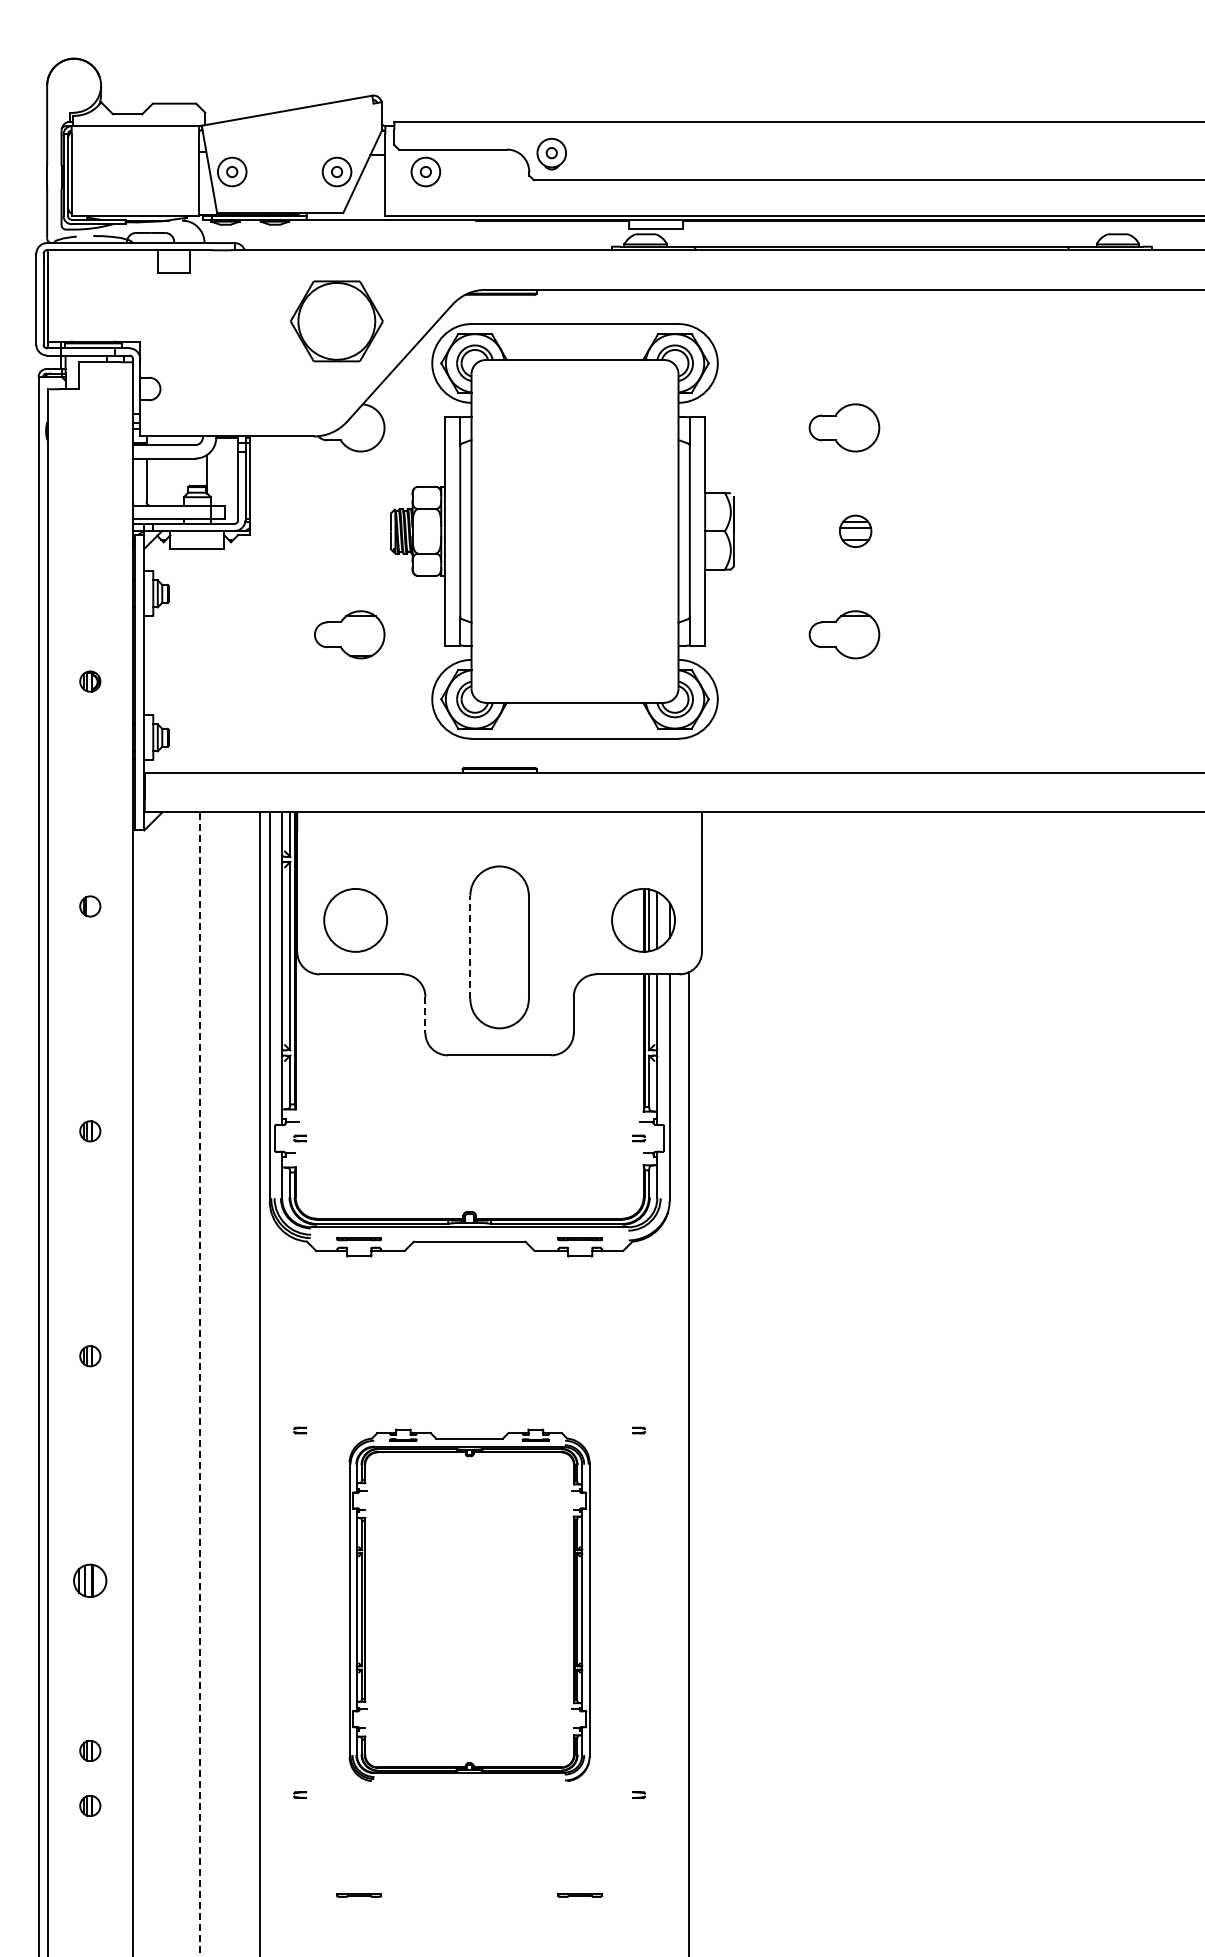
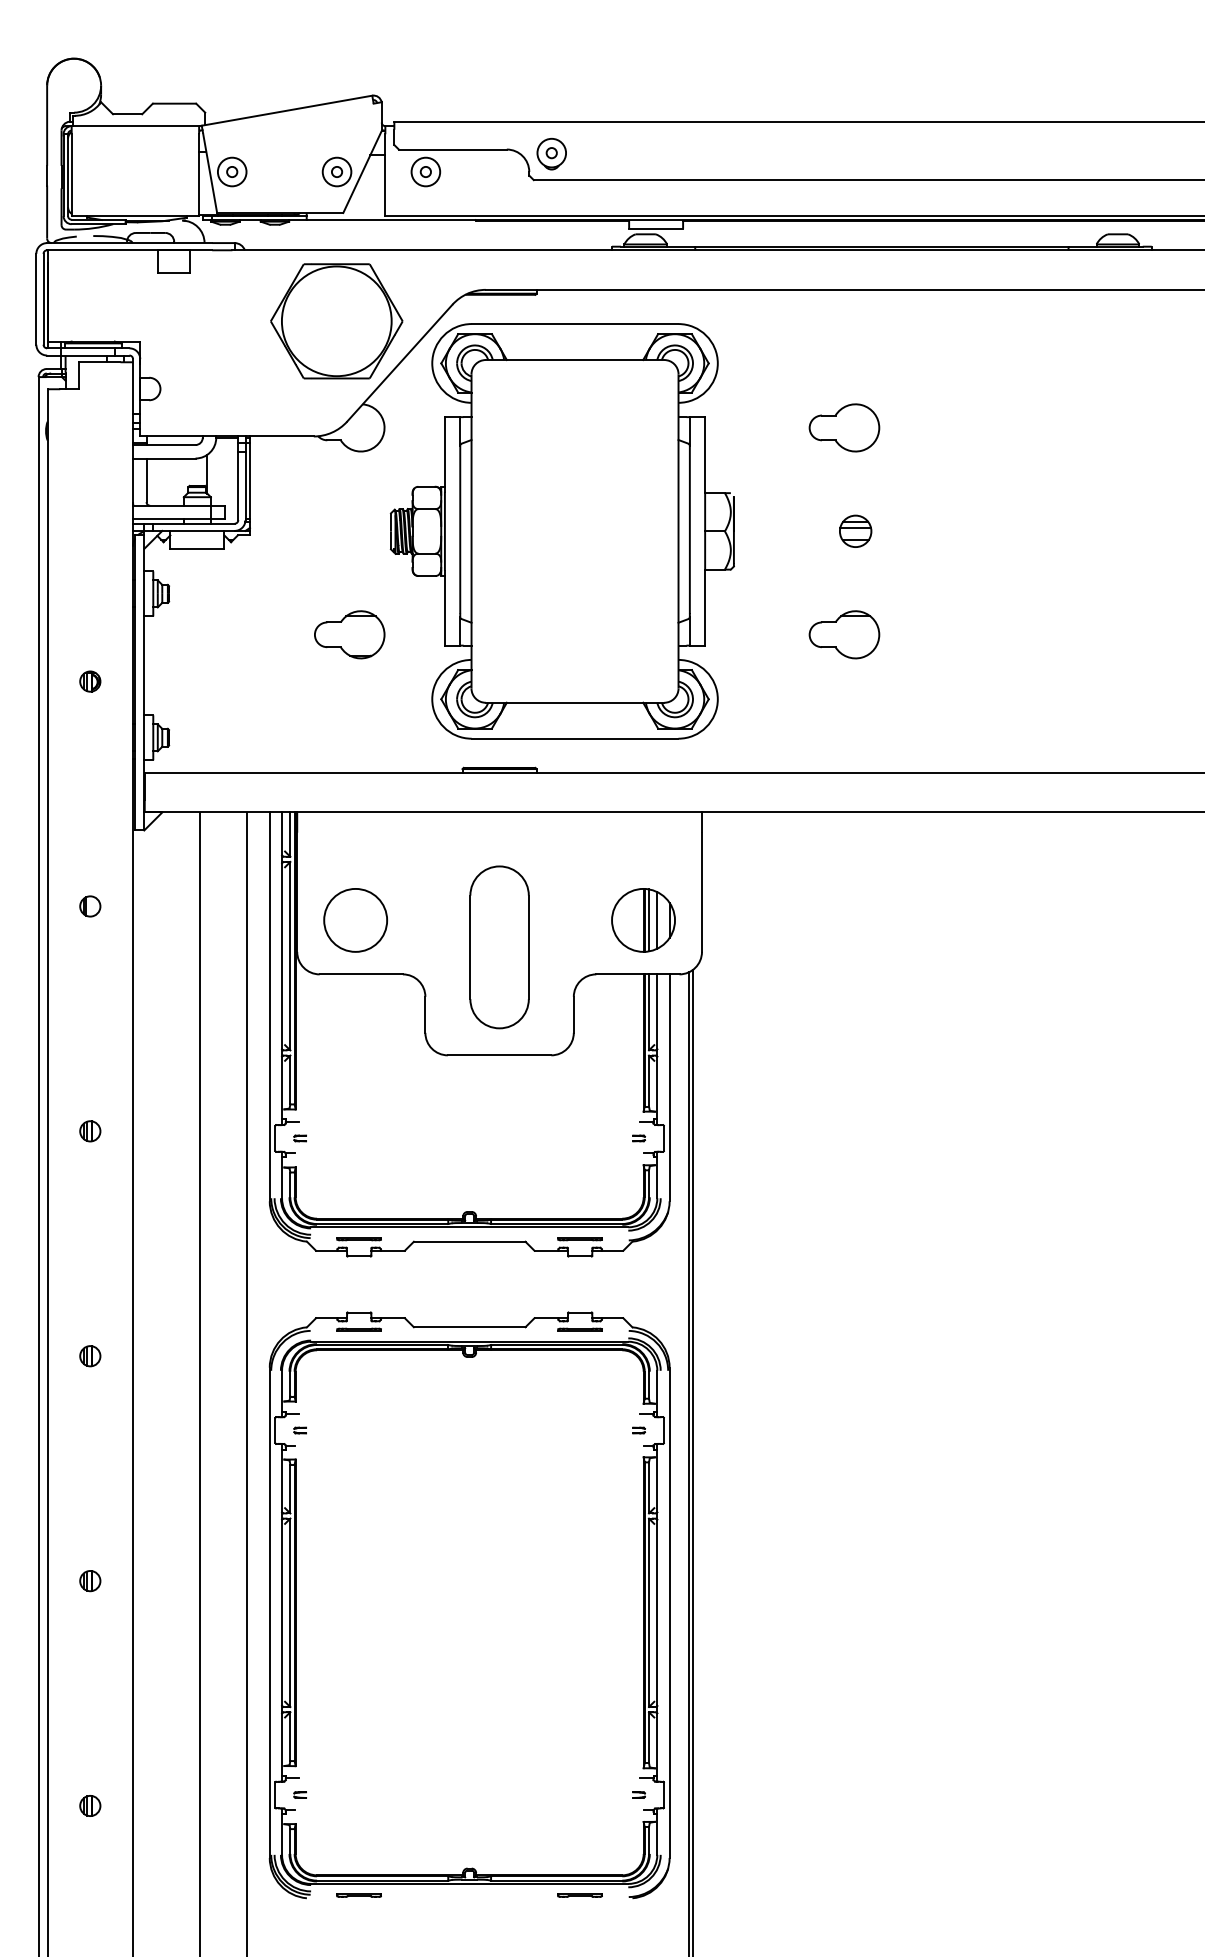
part at (336, 321) size: 94x83 px -> 134x117 px
line at (470, 947): dashed -> solid
line at (425, 1014): dashed -> solid
line at (260, 1382) position: (260, 1382) -> (247, 1382)
line at (200, 1384): dashed -> solid
line at (693, 1461): none -> present
part at (90, 1580) size: 35x35 px -> 23x23 px
part at (469, 1604) size: 243x354 px -> 403x589 px
part at (90, 1750): present -> none
